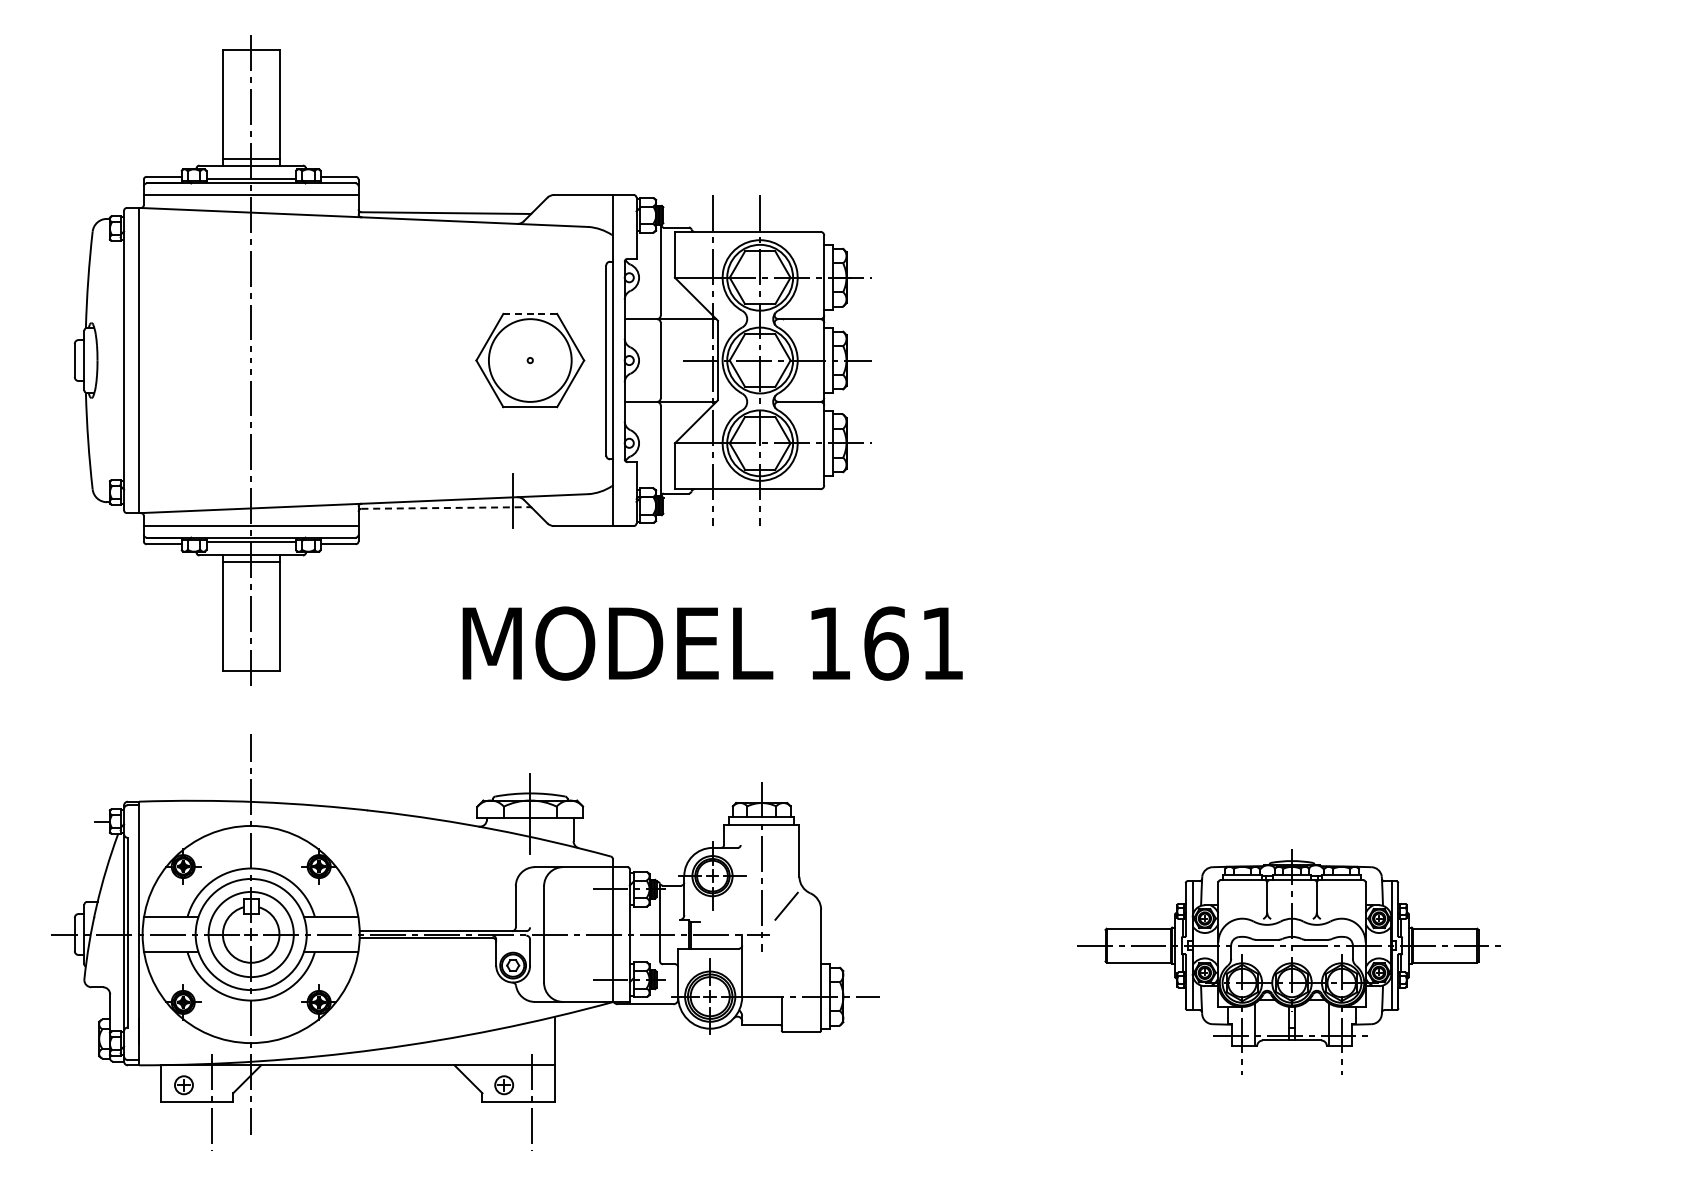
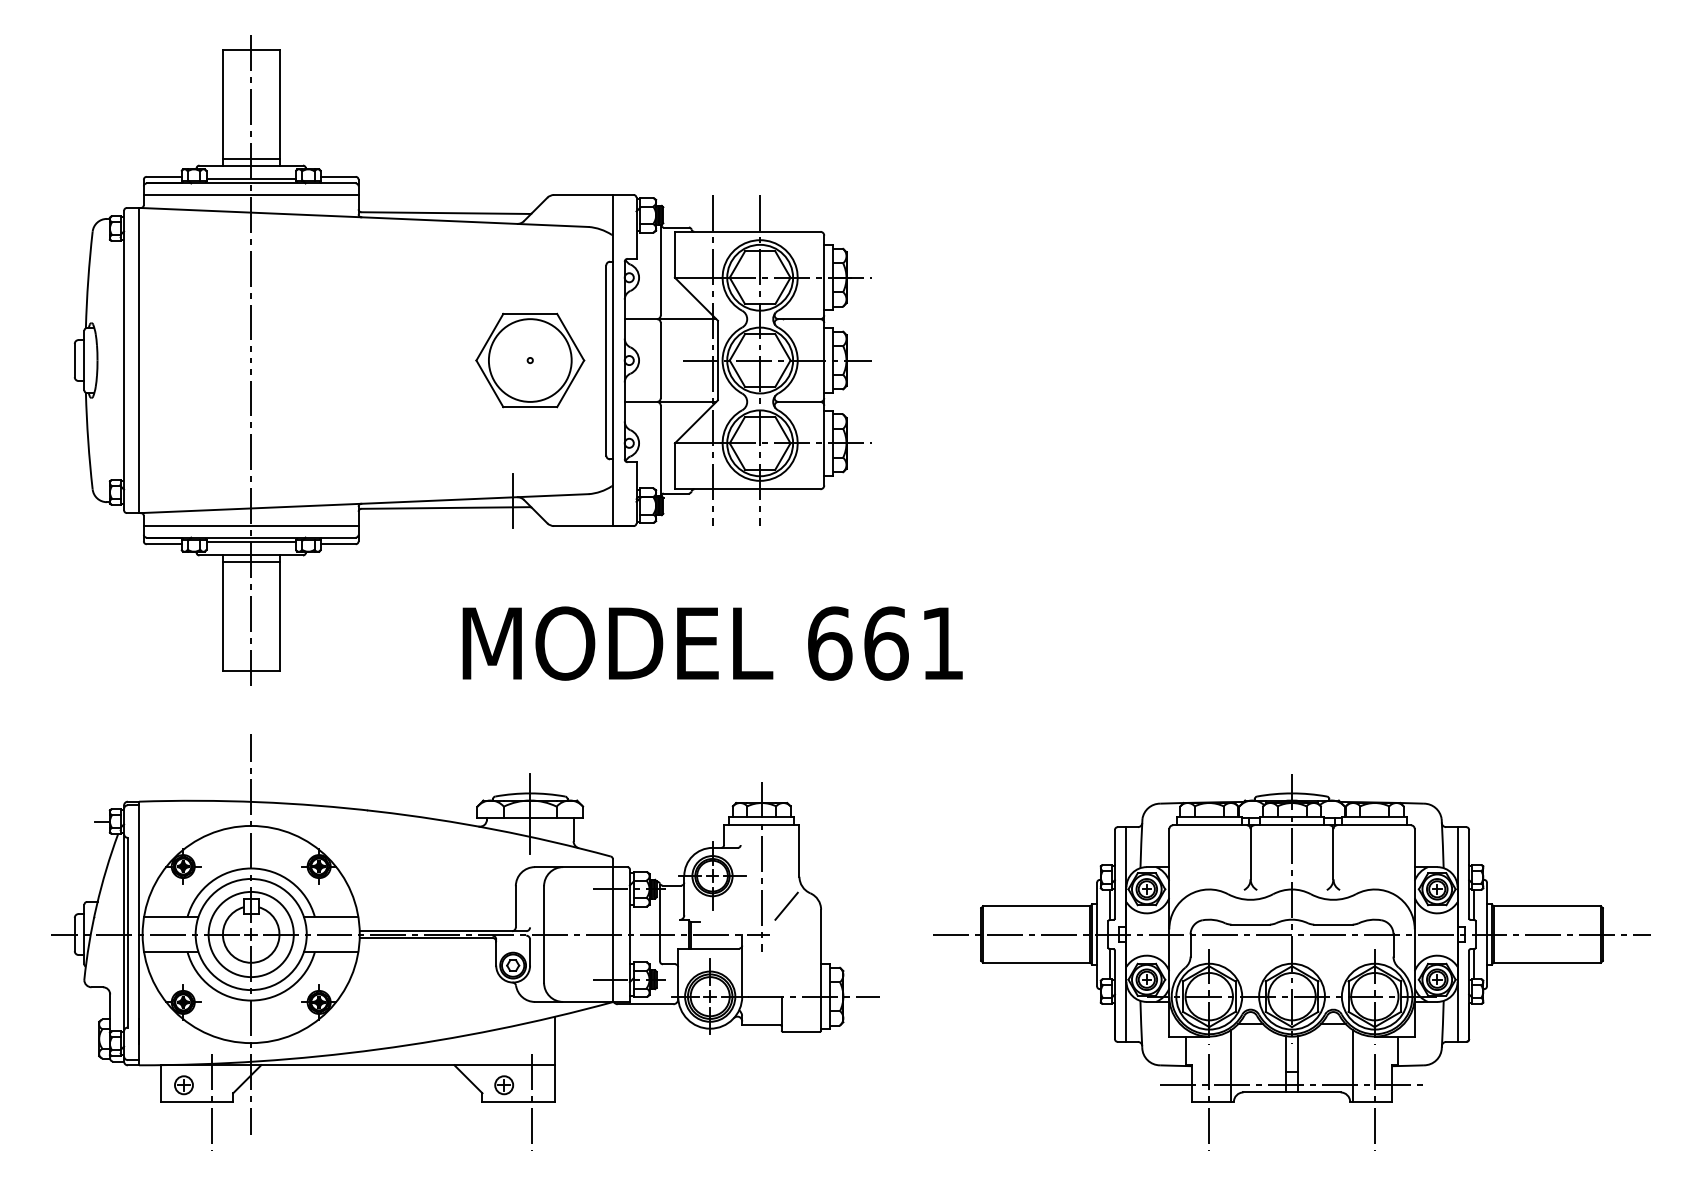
line at (530, 313): dashed -> solid
line at (446, 508): dashed -> solid
text at (830, 643): 161 -> 661
part at (1288, 961) size: 424x226 px -> 718x377 px
